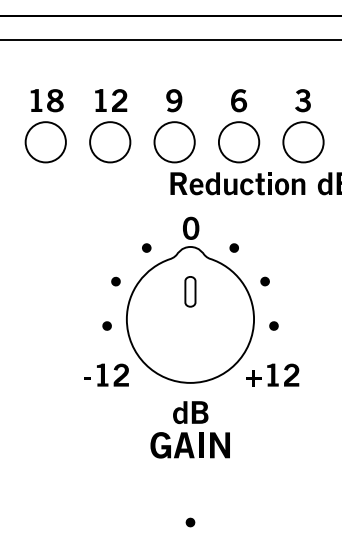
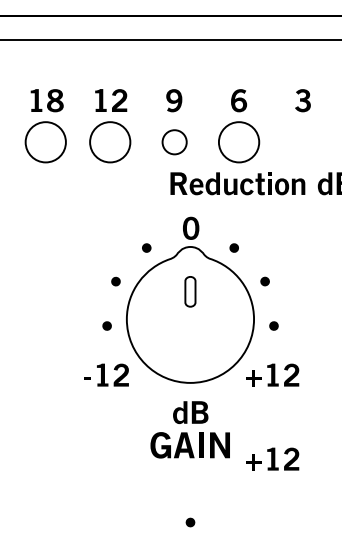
circle at (174, 142) diameter: 40 px -> 24 px
circle at (303, 142): present -> none
part at (272, 458): none -> present
